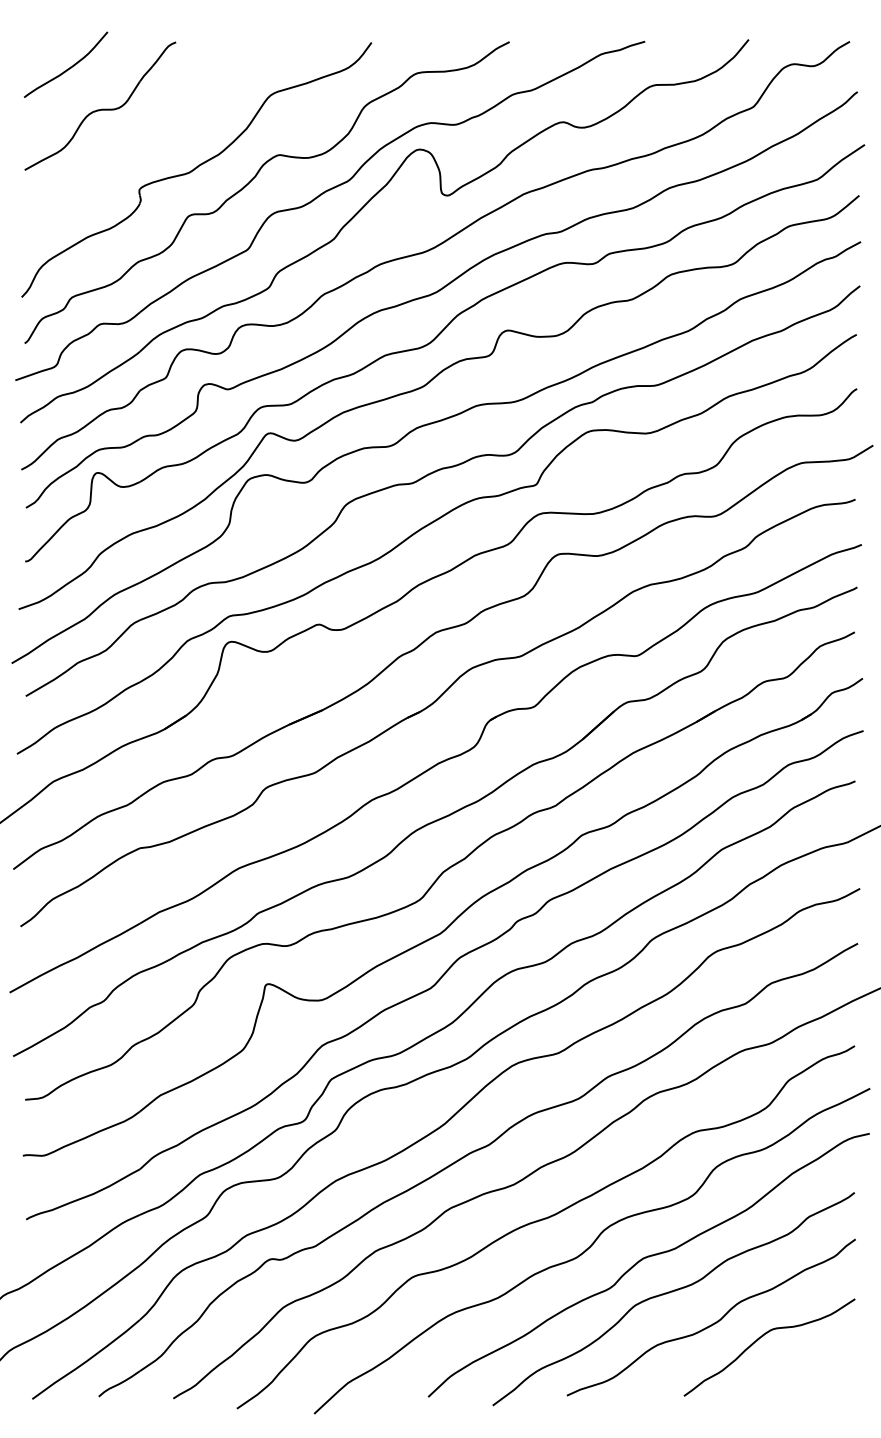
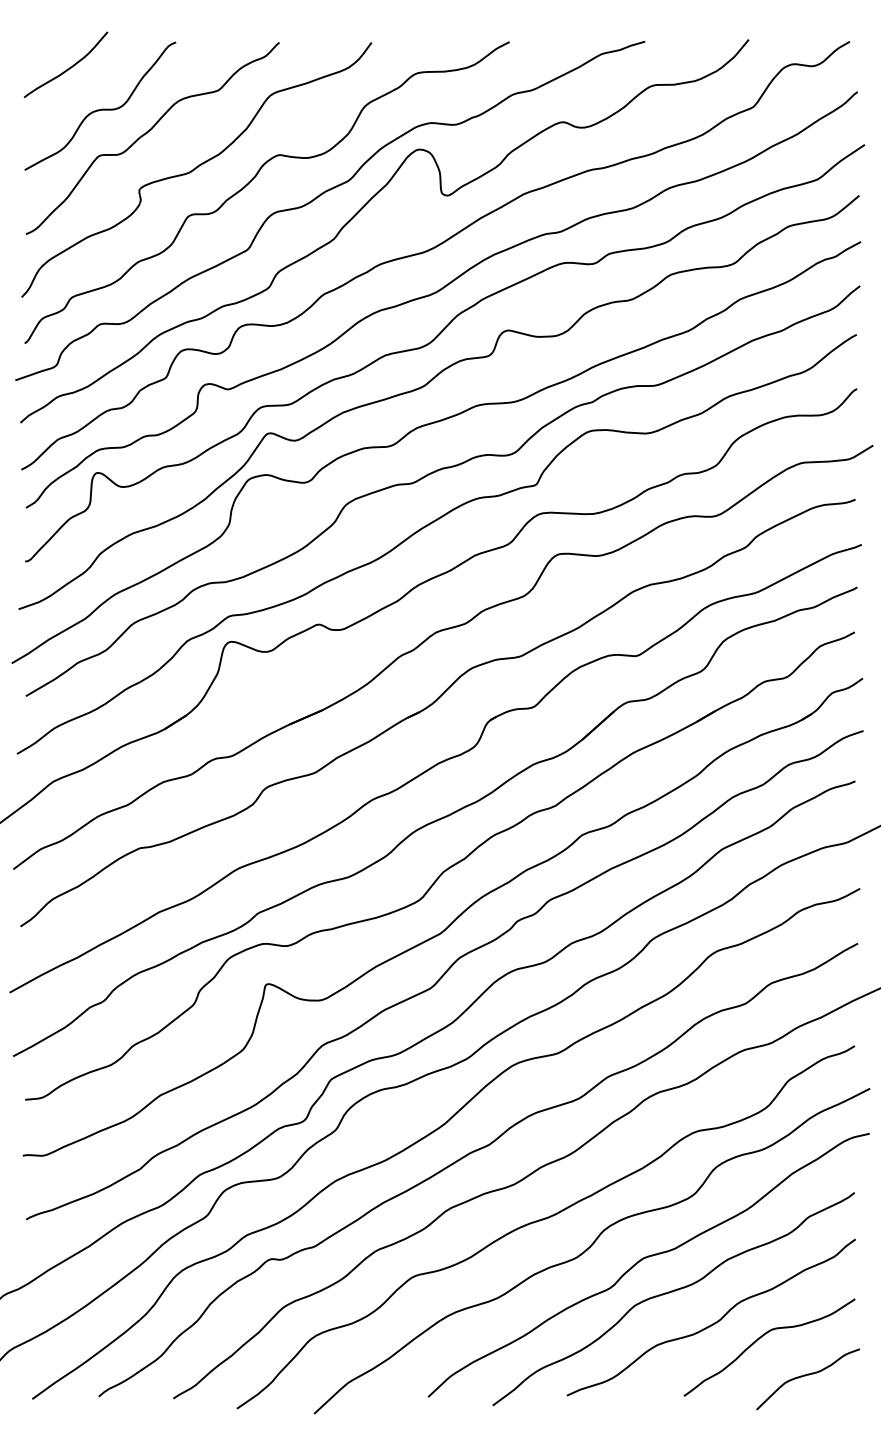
part at (147, 133): none -> present
curve at (805, 1376): none -> present
